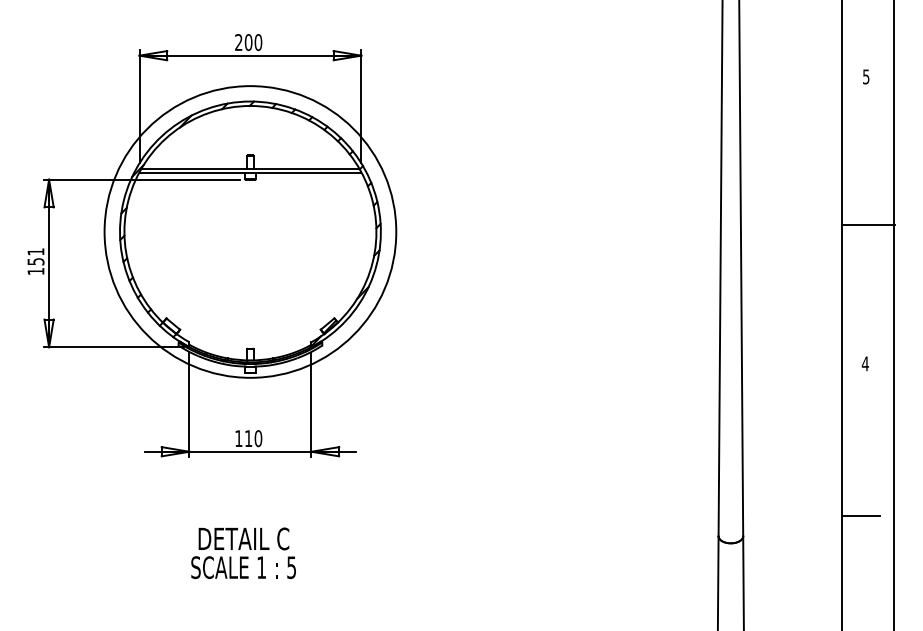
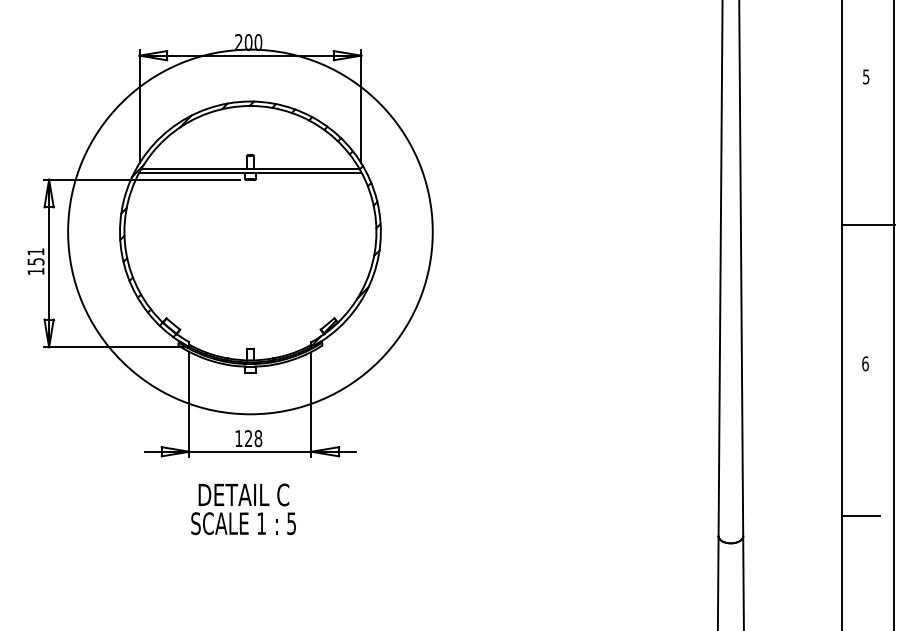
circle at (250, 231) diameter: 292 px -> 365 px
text at (864, 363): 4 -> 6
text at (253, 438): 110 -> 128
text at (243, 553) position: (243, 553) -> (243, 509)
